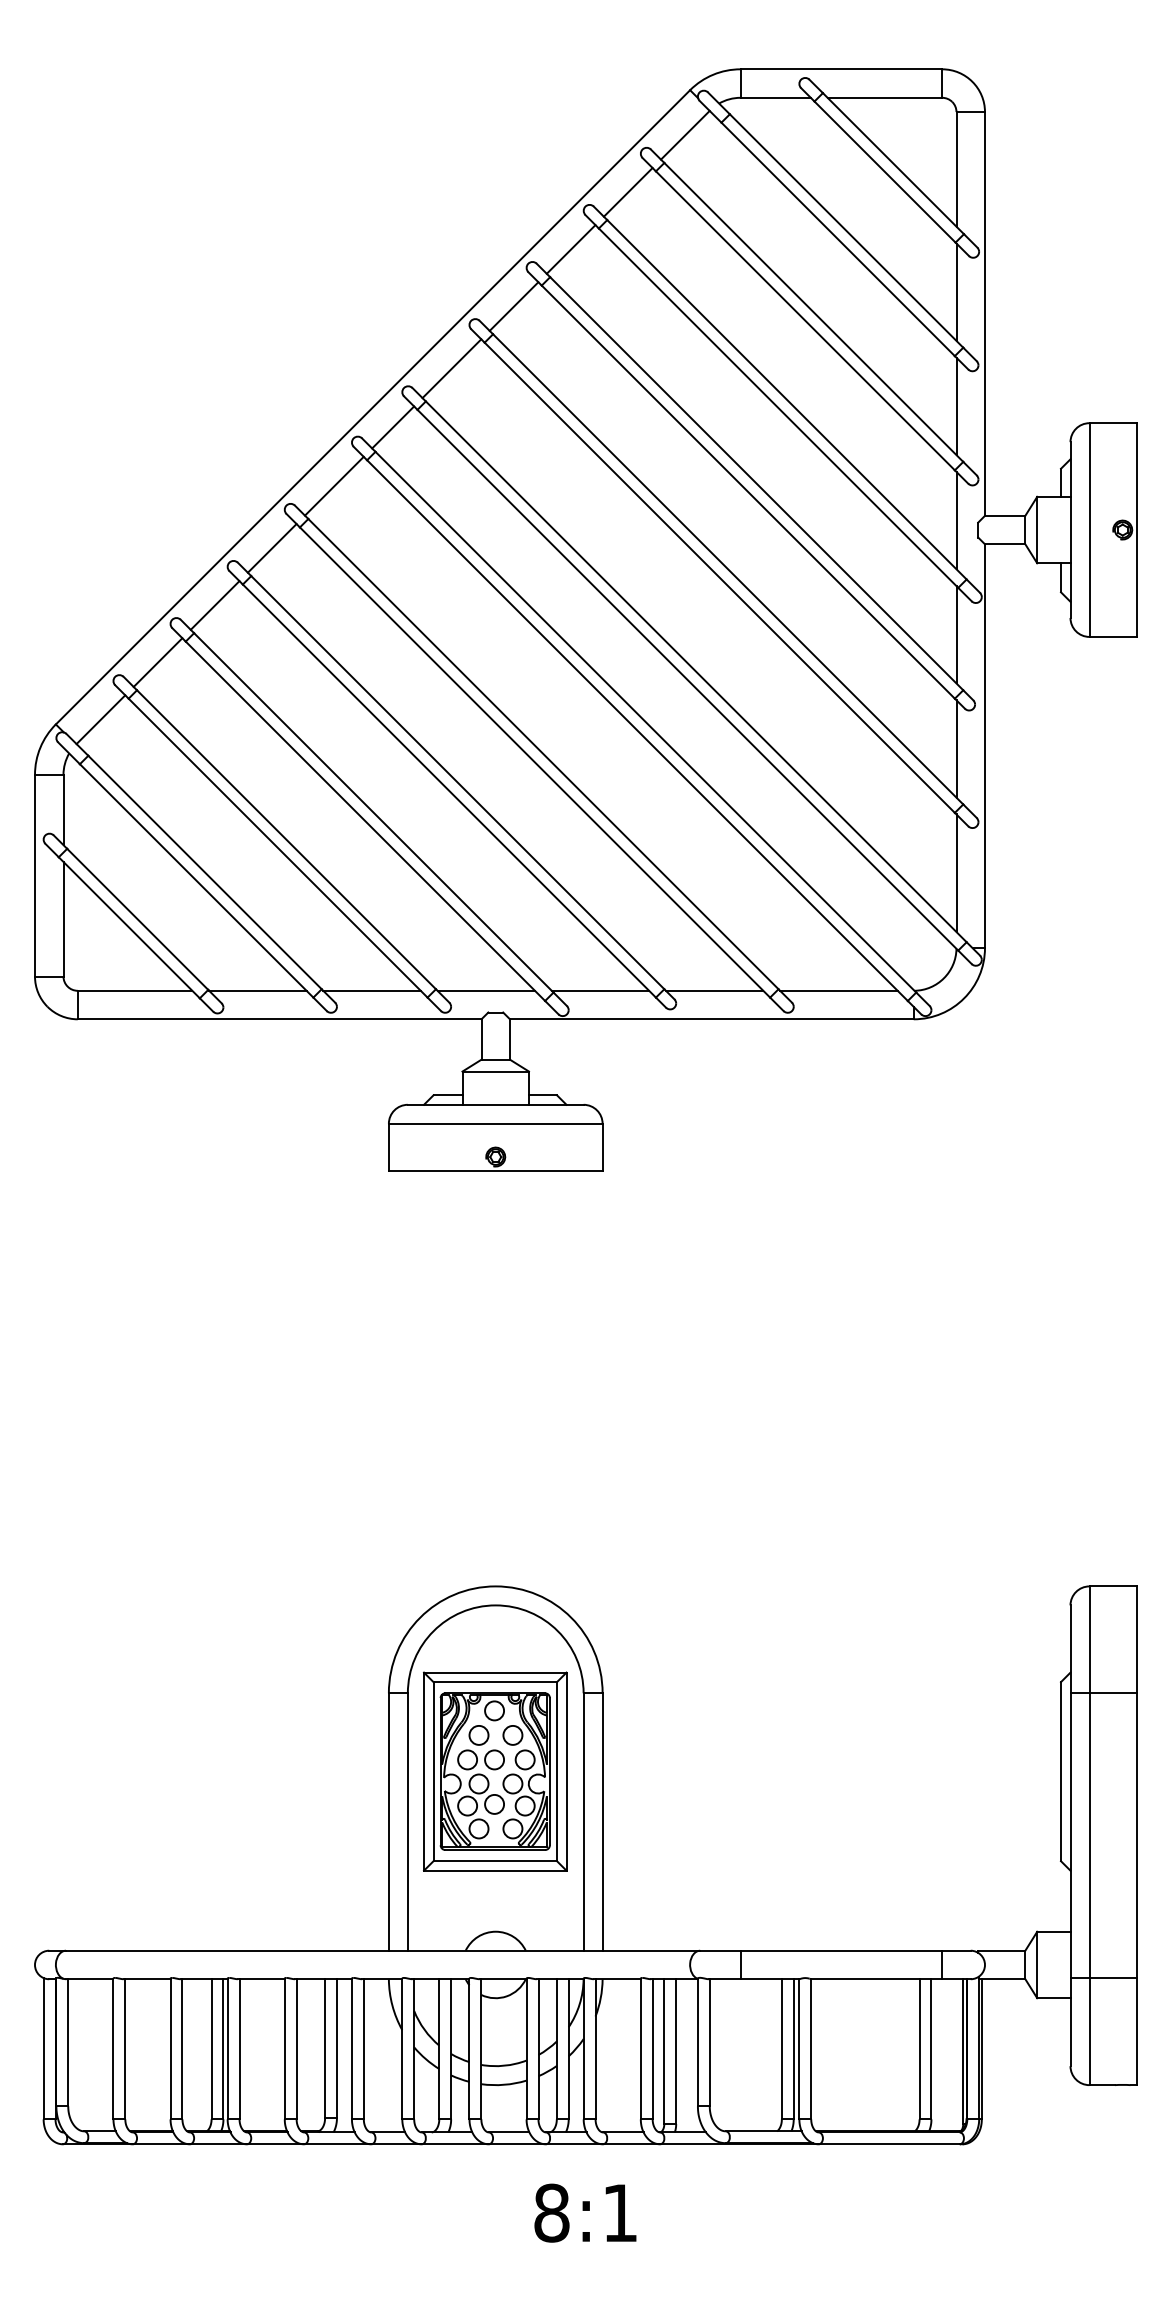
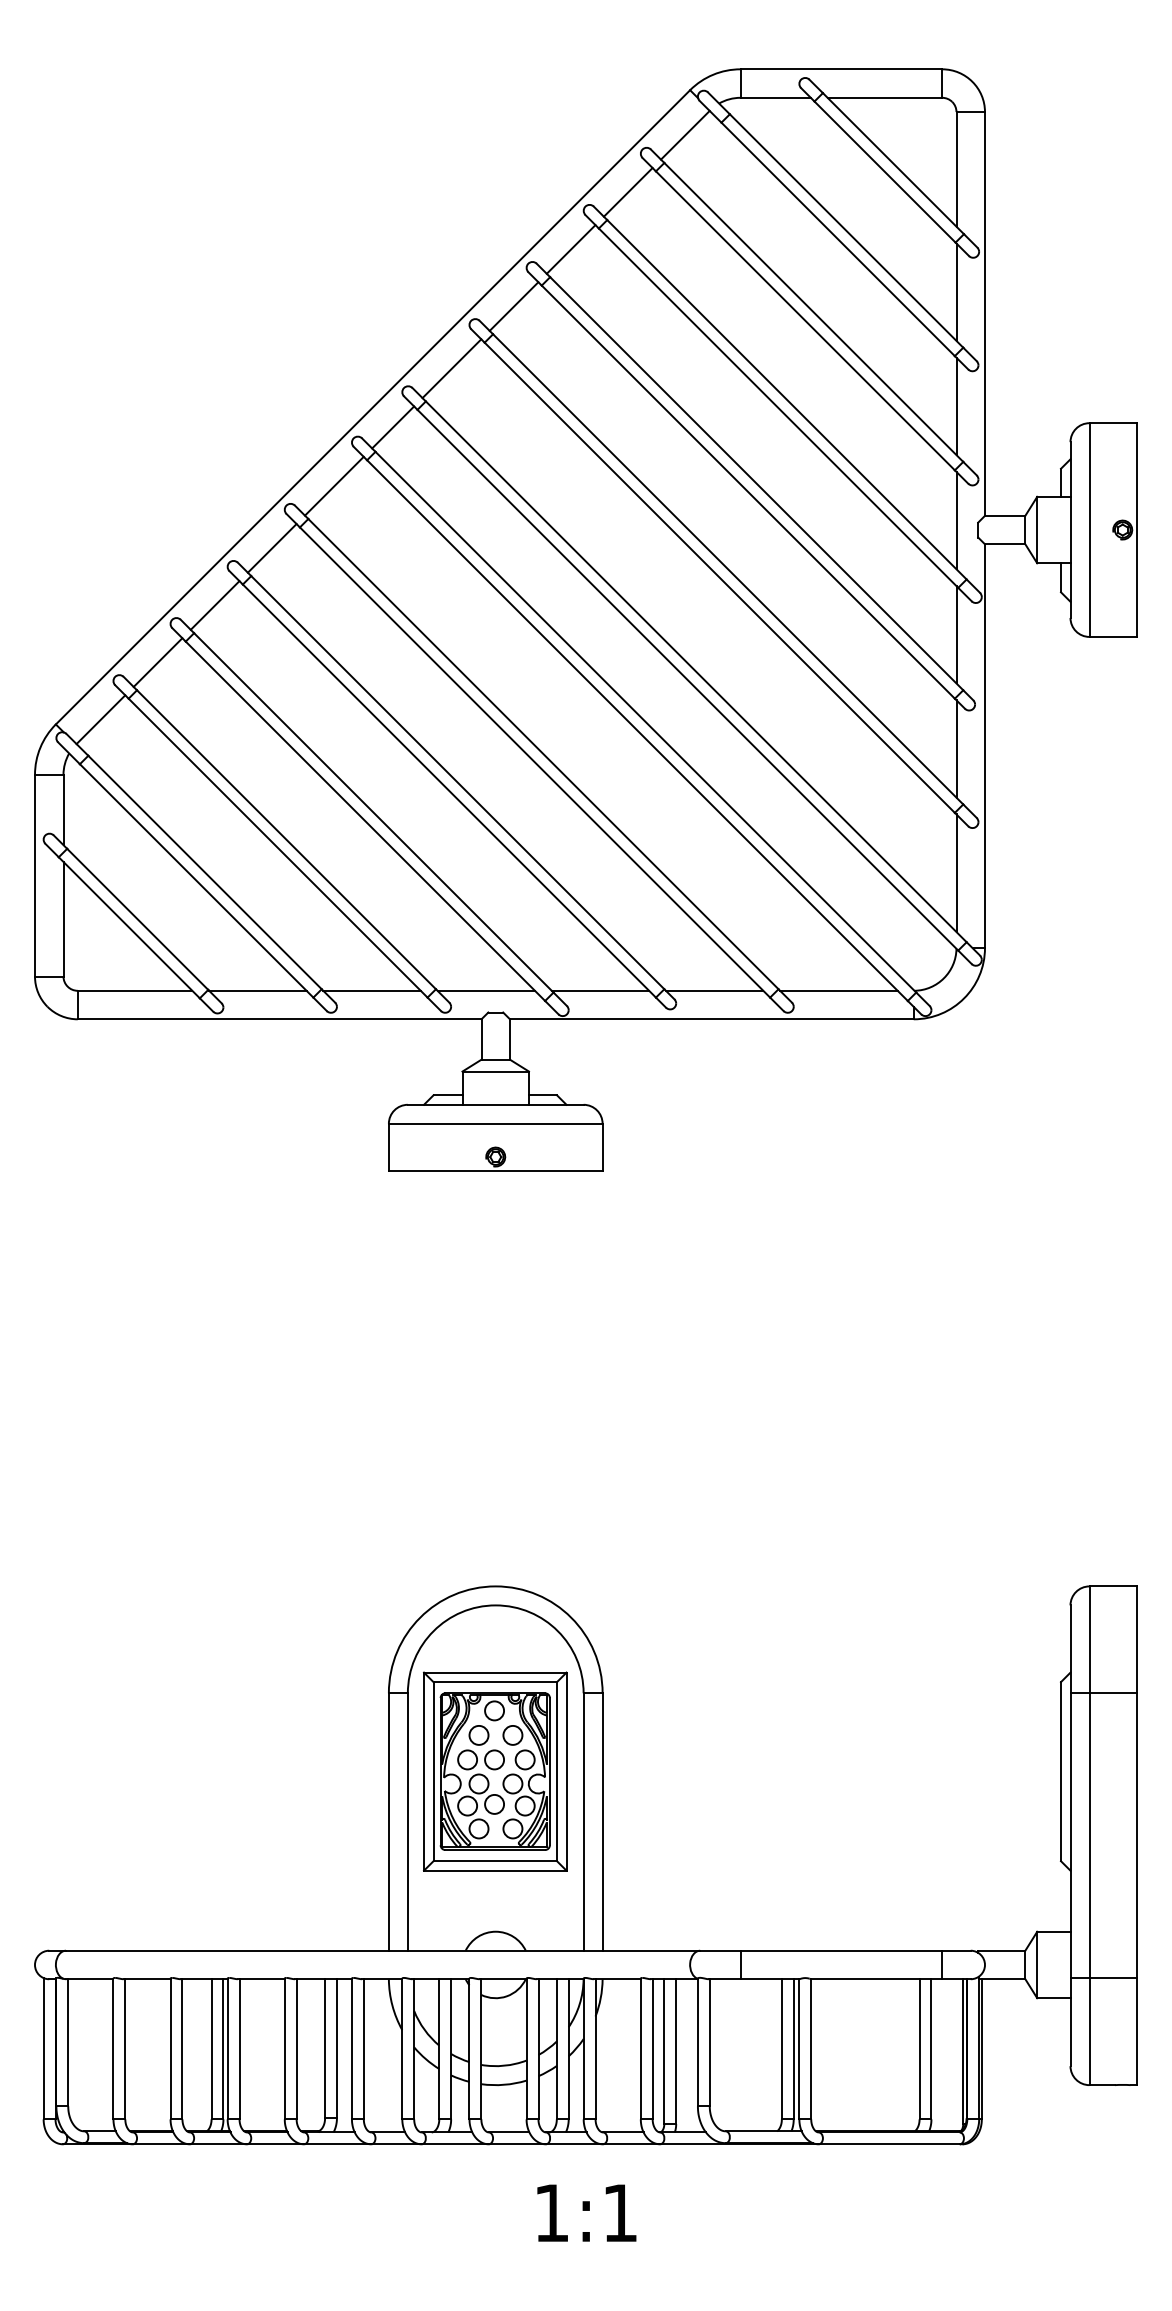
text at (551, 2212): 8:1 -> 1:1
